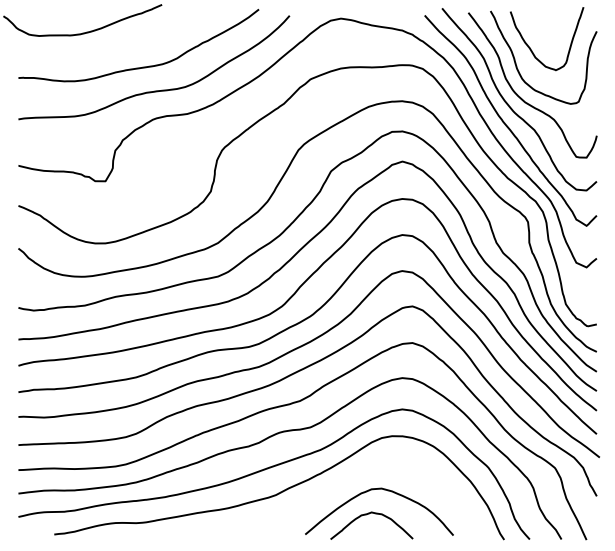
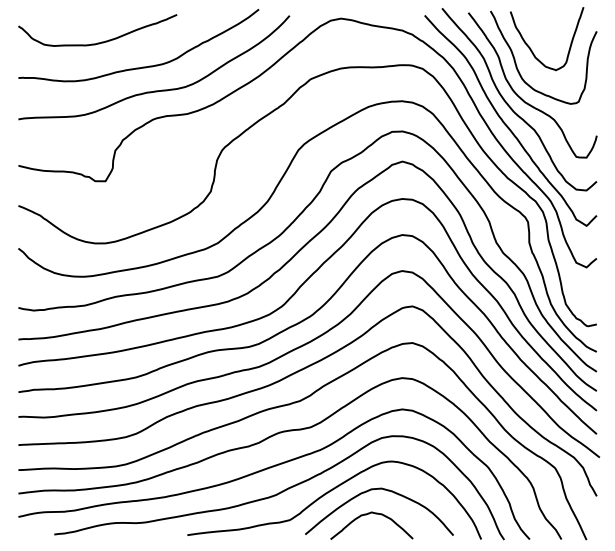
curve at (86, 31) position: (86, 31) -> (101, 41)
curve at (328, 493): none -> present
